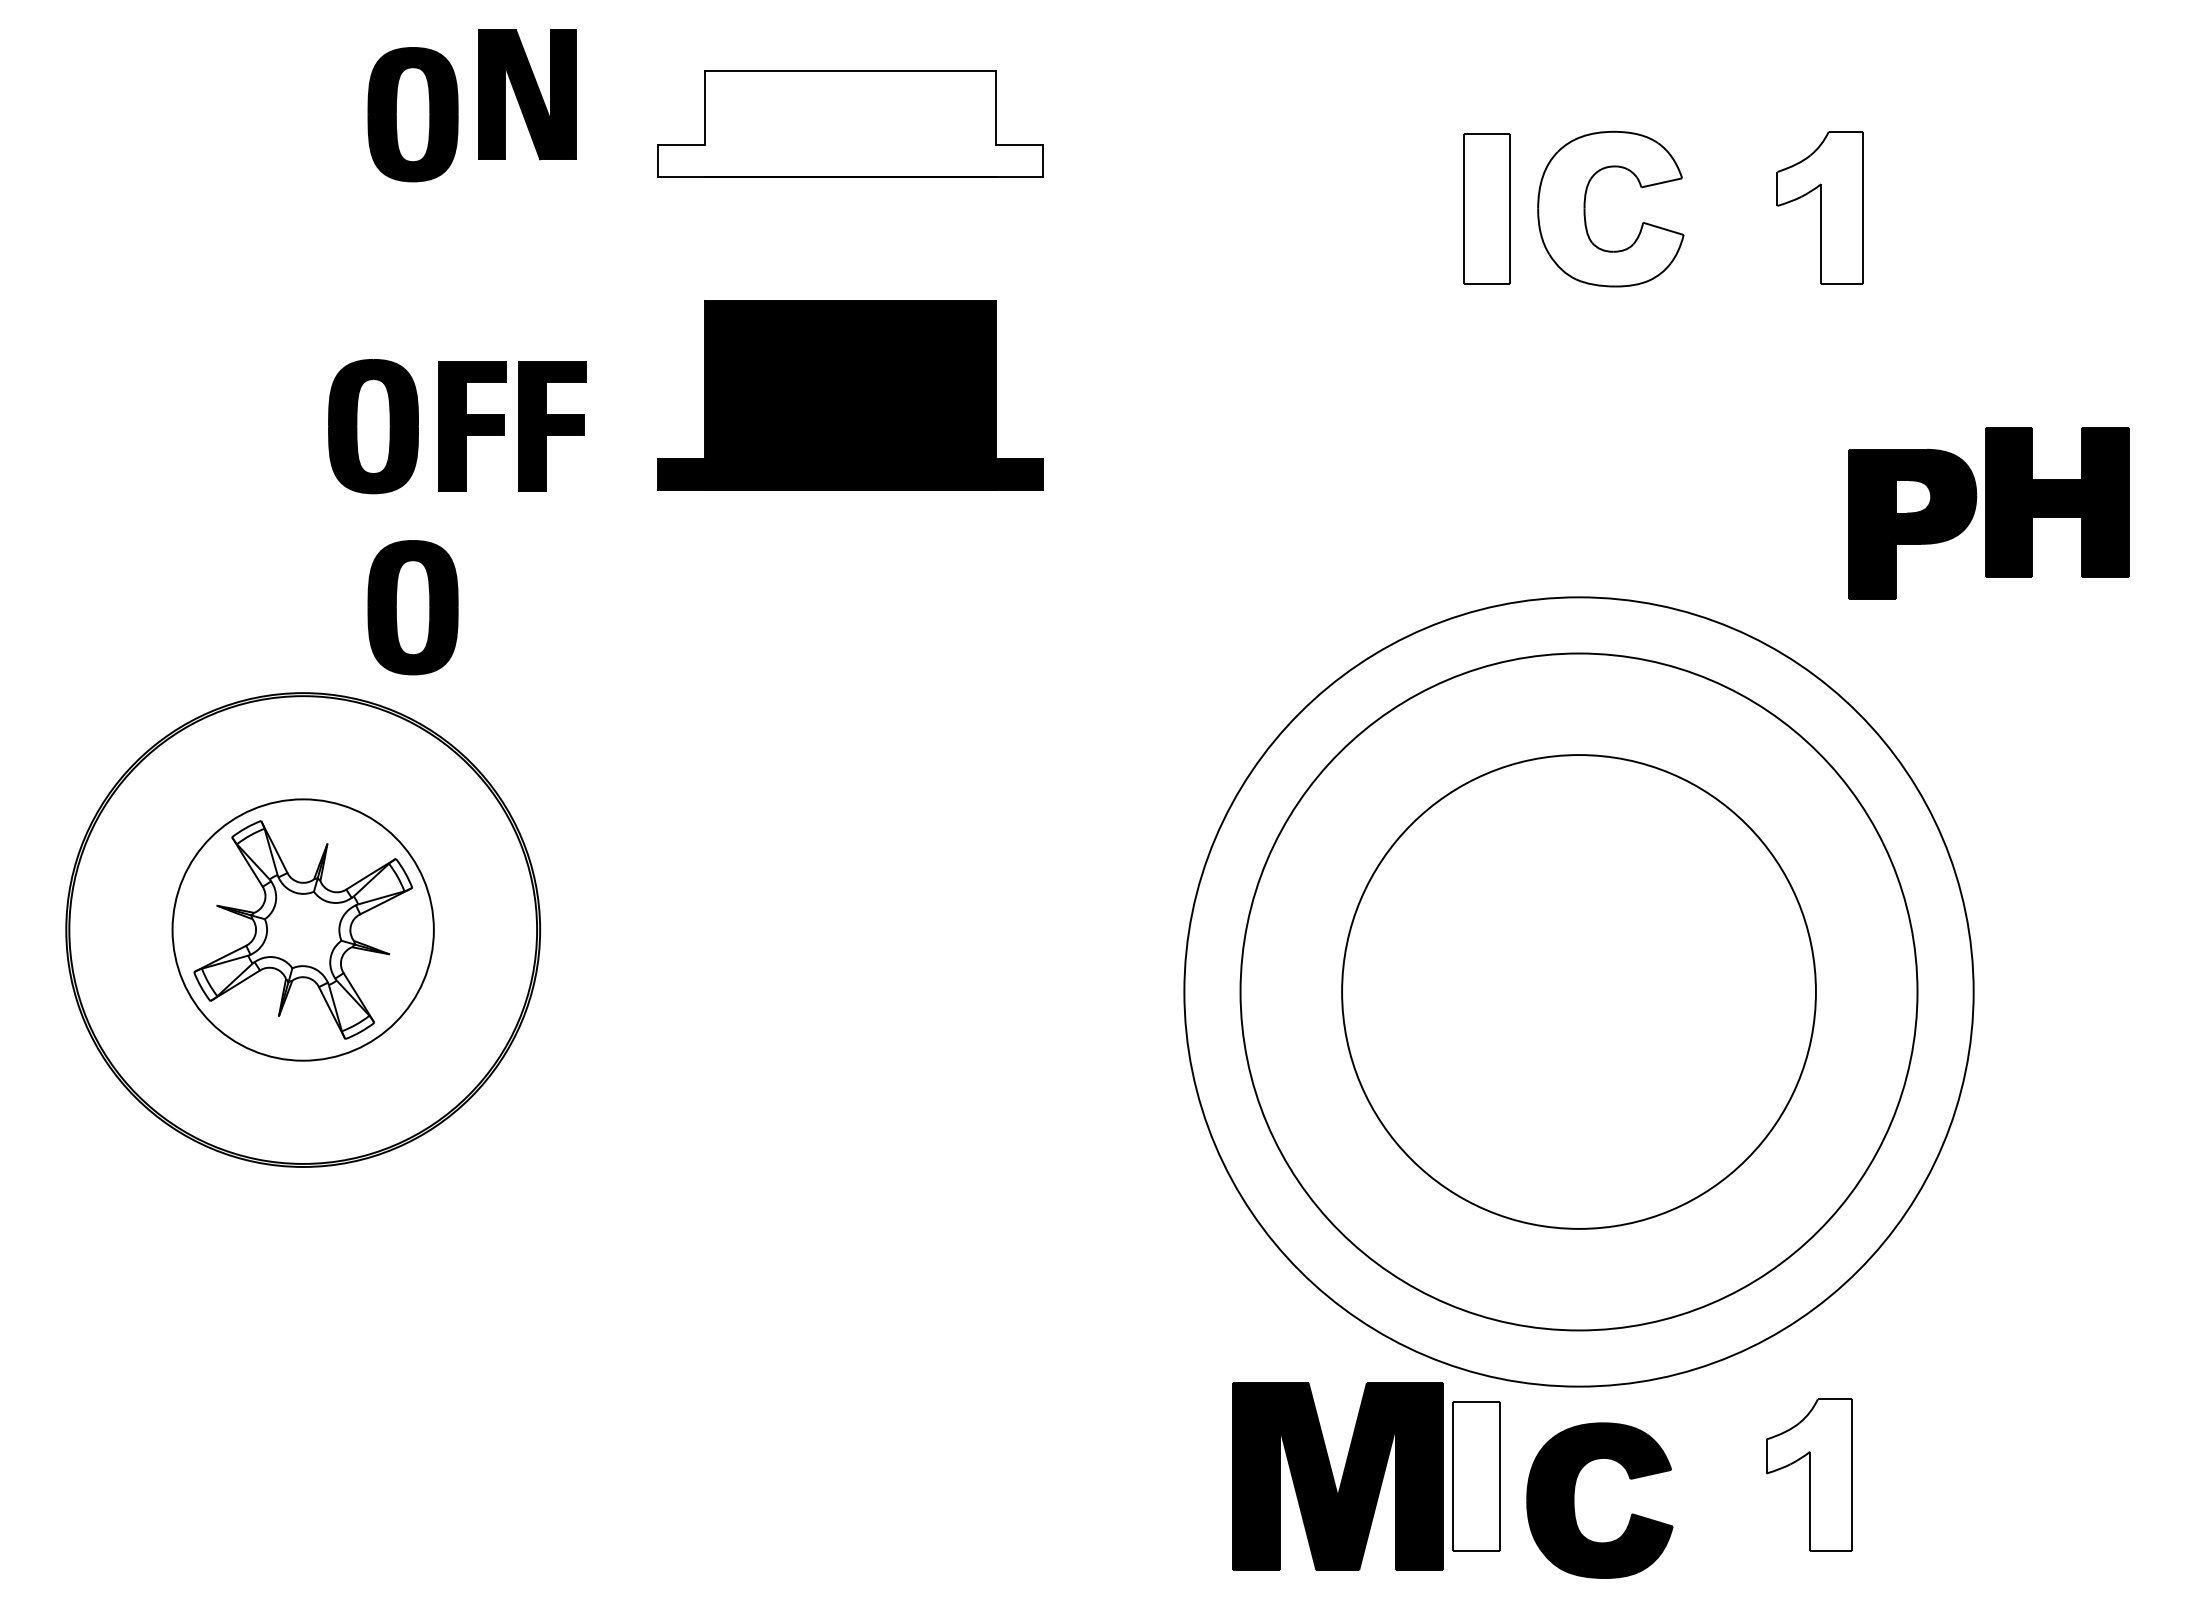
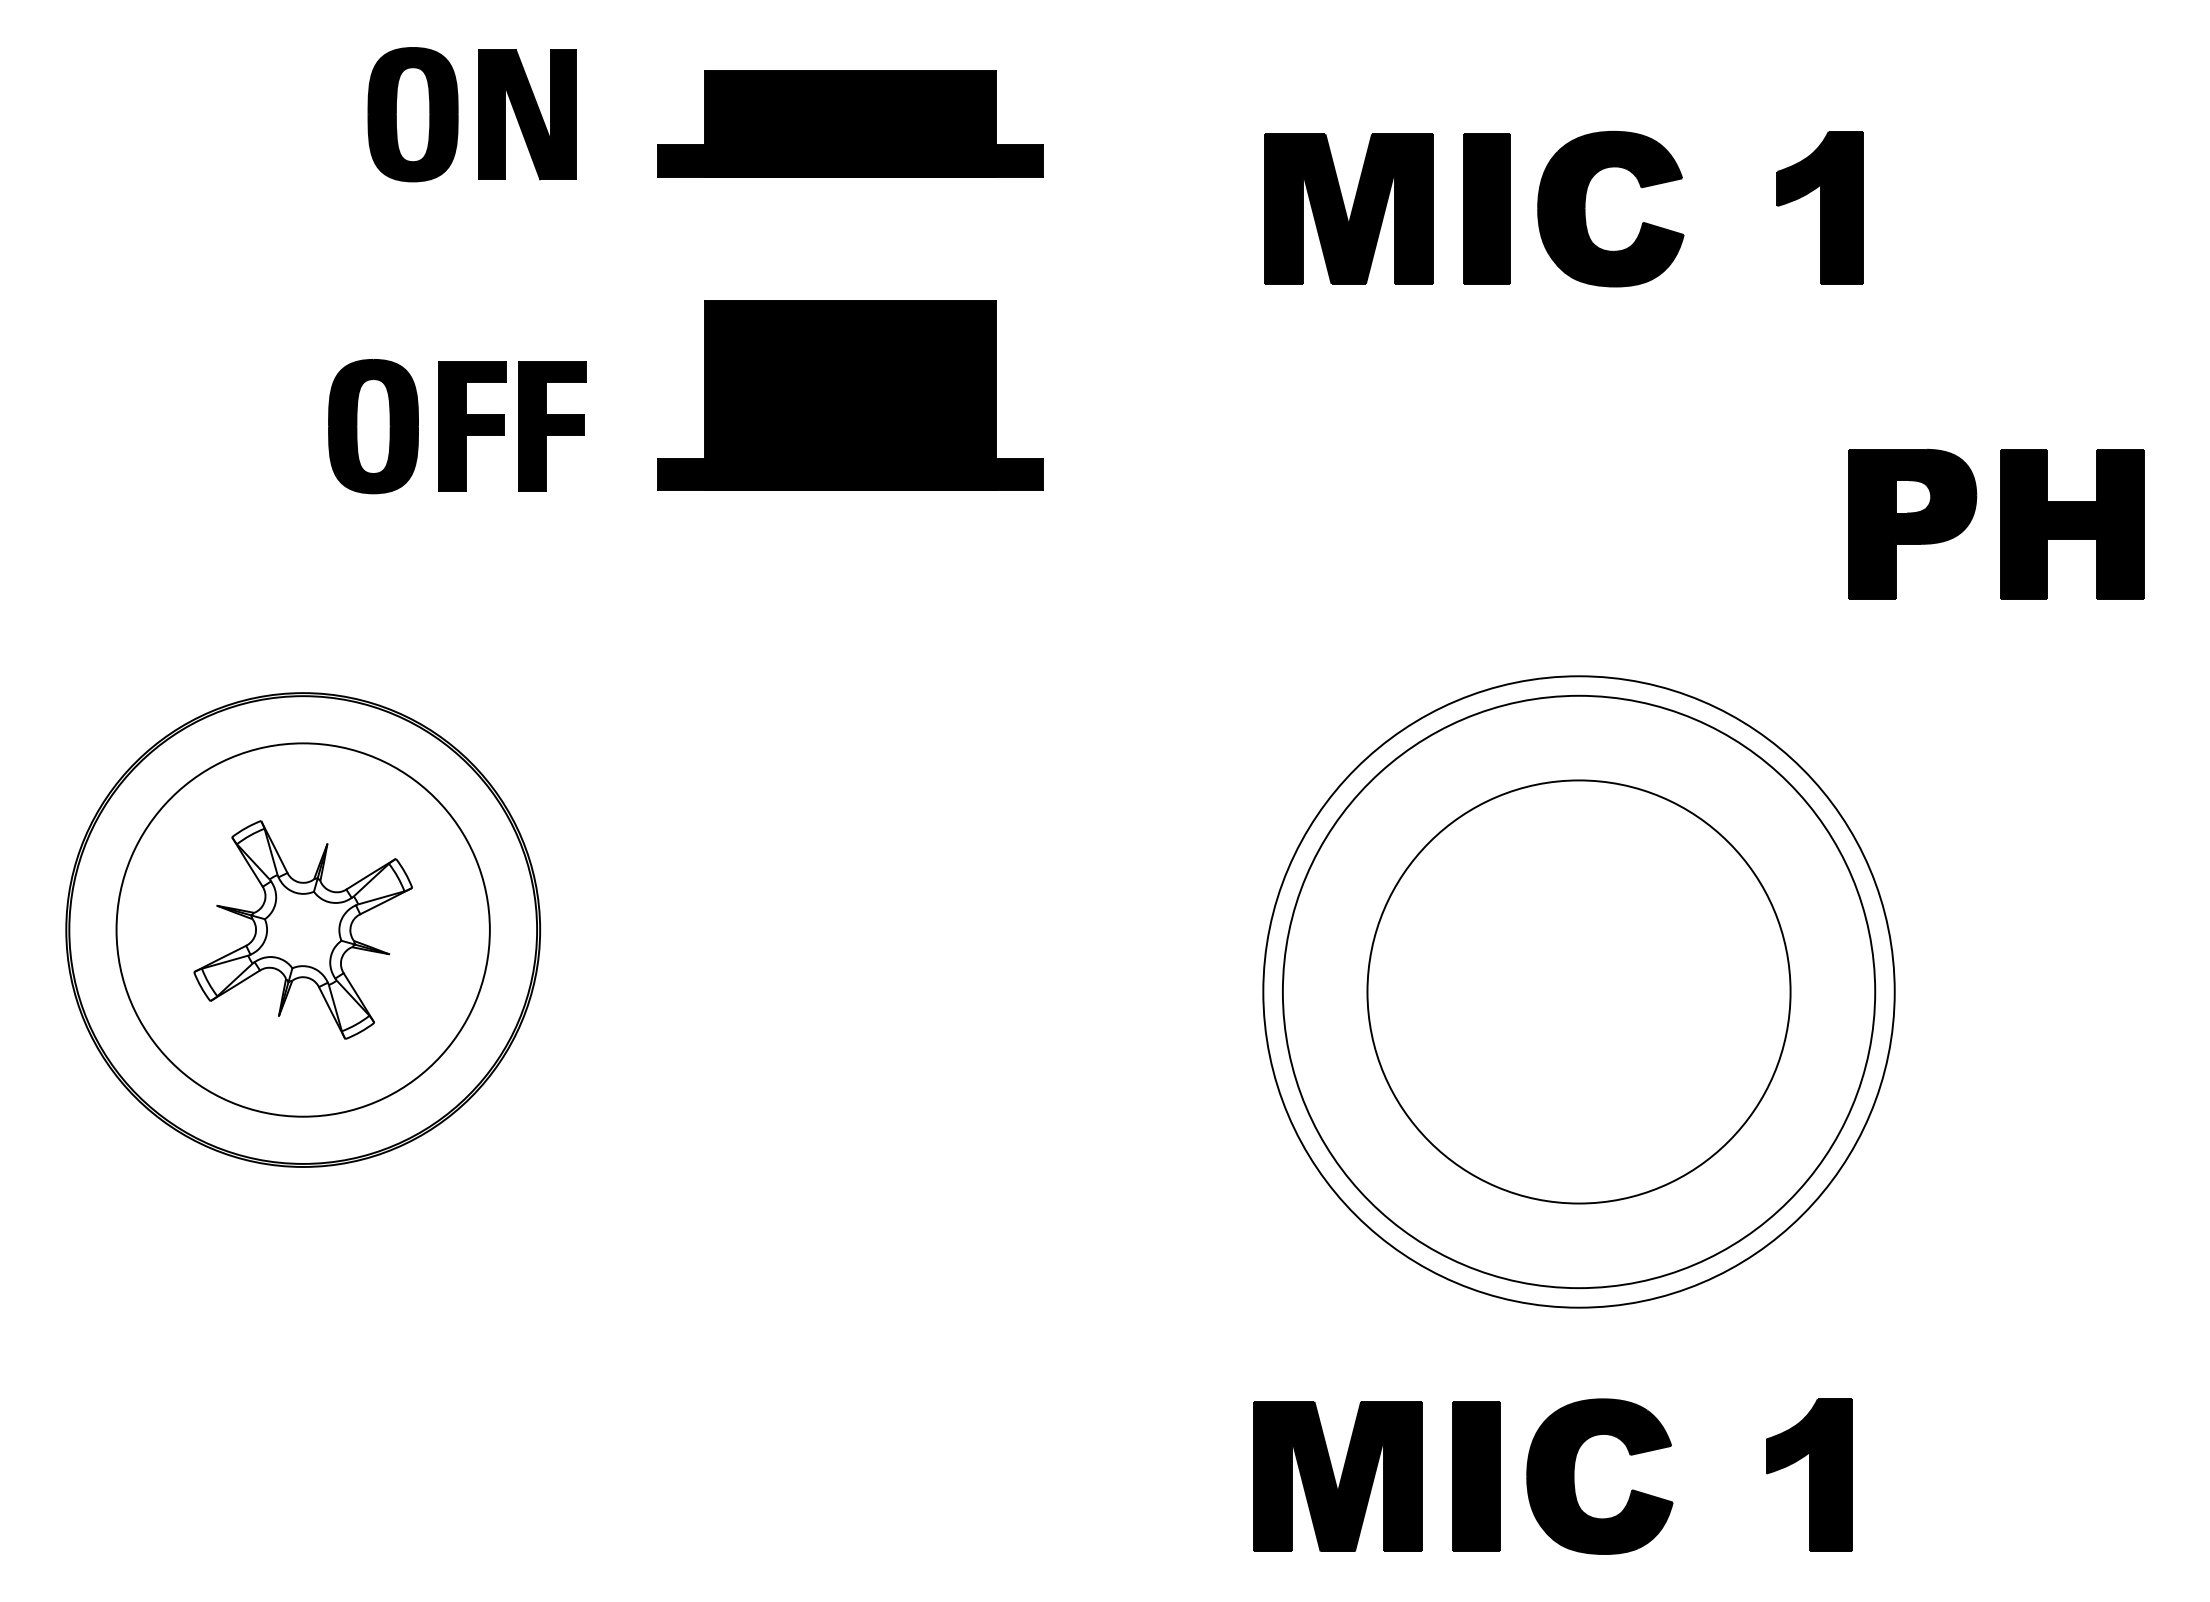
part at (527, 94) position: (527, 94) -> (527, 114)
fill at (850, 123): none -> present
fill at (1820, 207): none -> present
part at (1348, 208): none -> present
fill at (1487, 208): none -> present
fill at (1610, 208): none -> present
part at (2057, 502) position: (2057, 502) -> (2072, 524)
part at (412, 607): present -> none
circle at (302, 929) diameter: 261 px -> 373 px
circle at (1578, 991) diameter: 474 px -> 592 px
circle at (1578, 991) diameter: 677 px -> 423 px
circle at (1578, 991) diameter: 789 px -> 631 px
fill at (1809, 1475): none -> present
part at (1337, 1476) size: 212x189 px -> 170x151 px
fill at (1476, 1476): none -> present
part at (1574, 1500) position: (1574, 1500) -> (1574, 1476)
